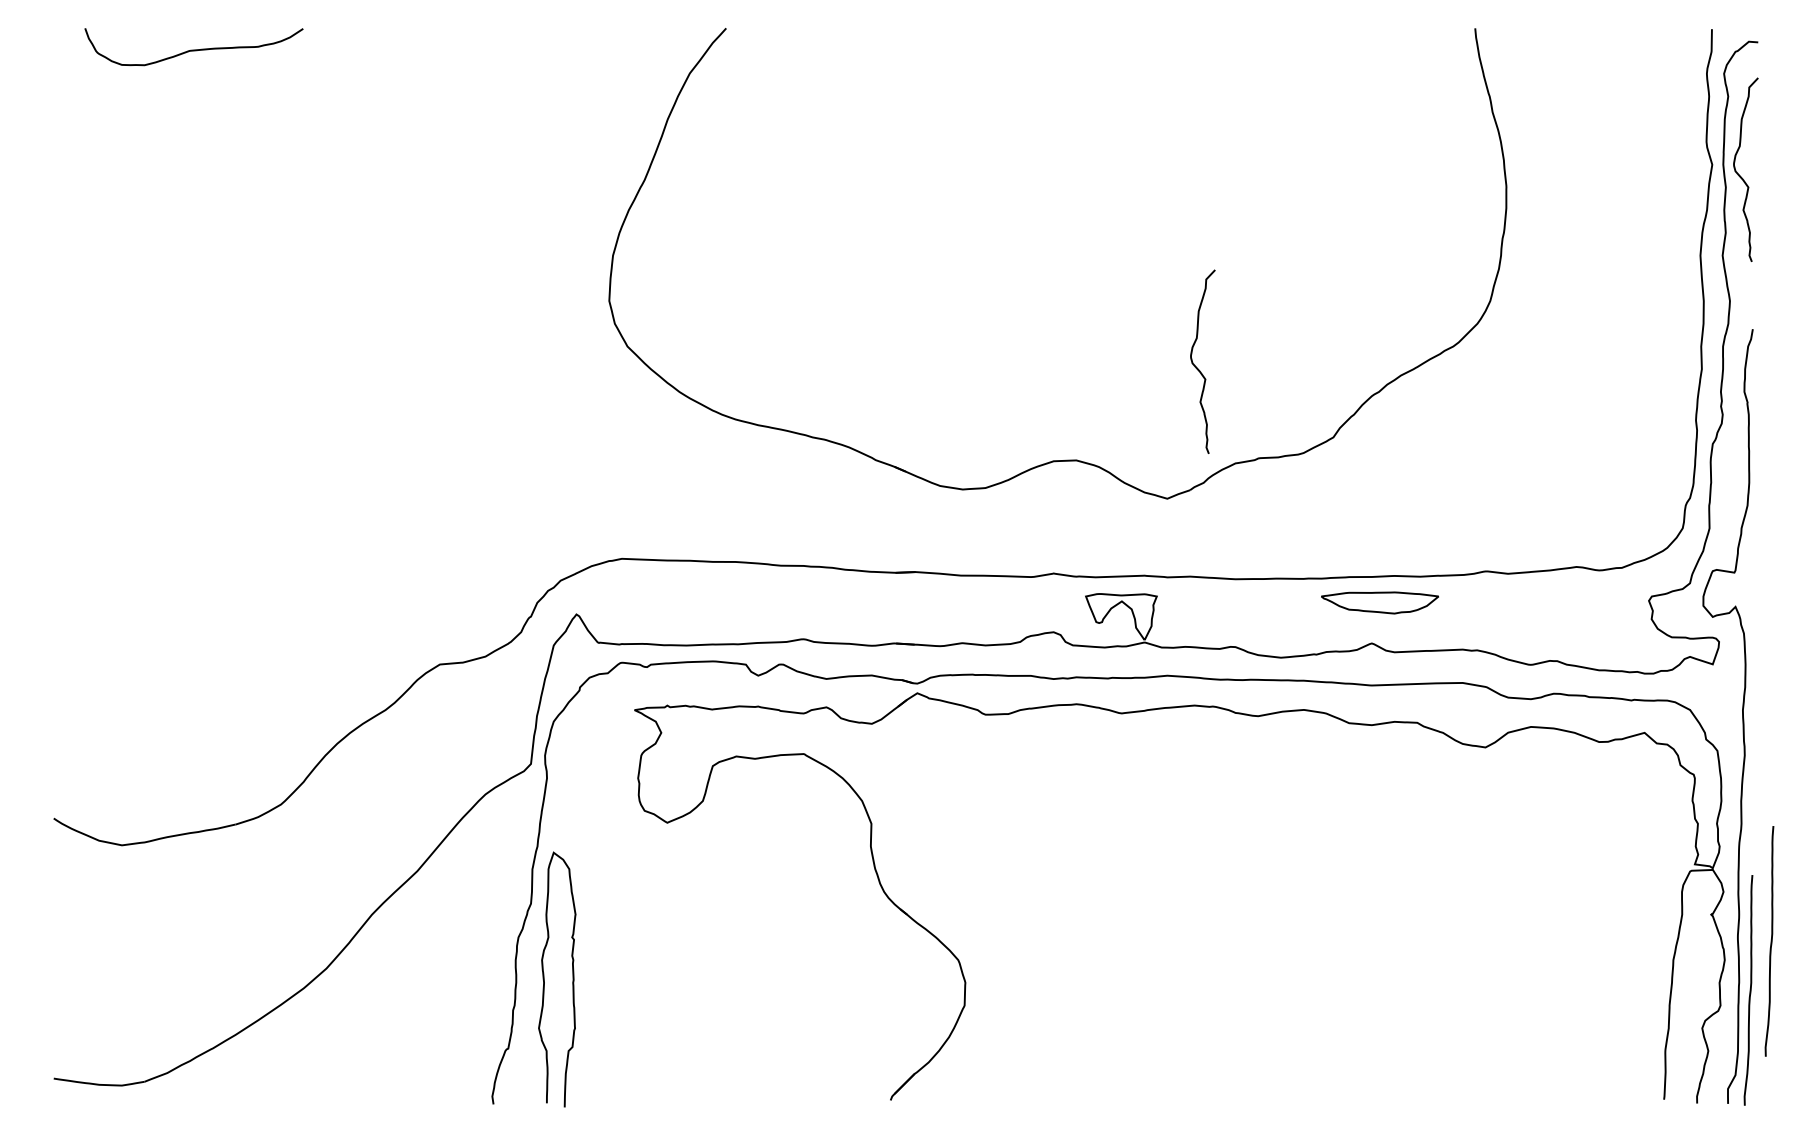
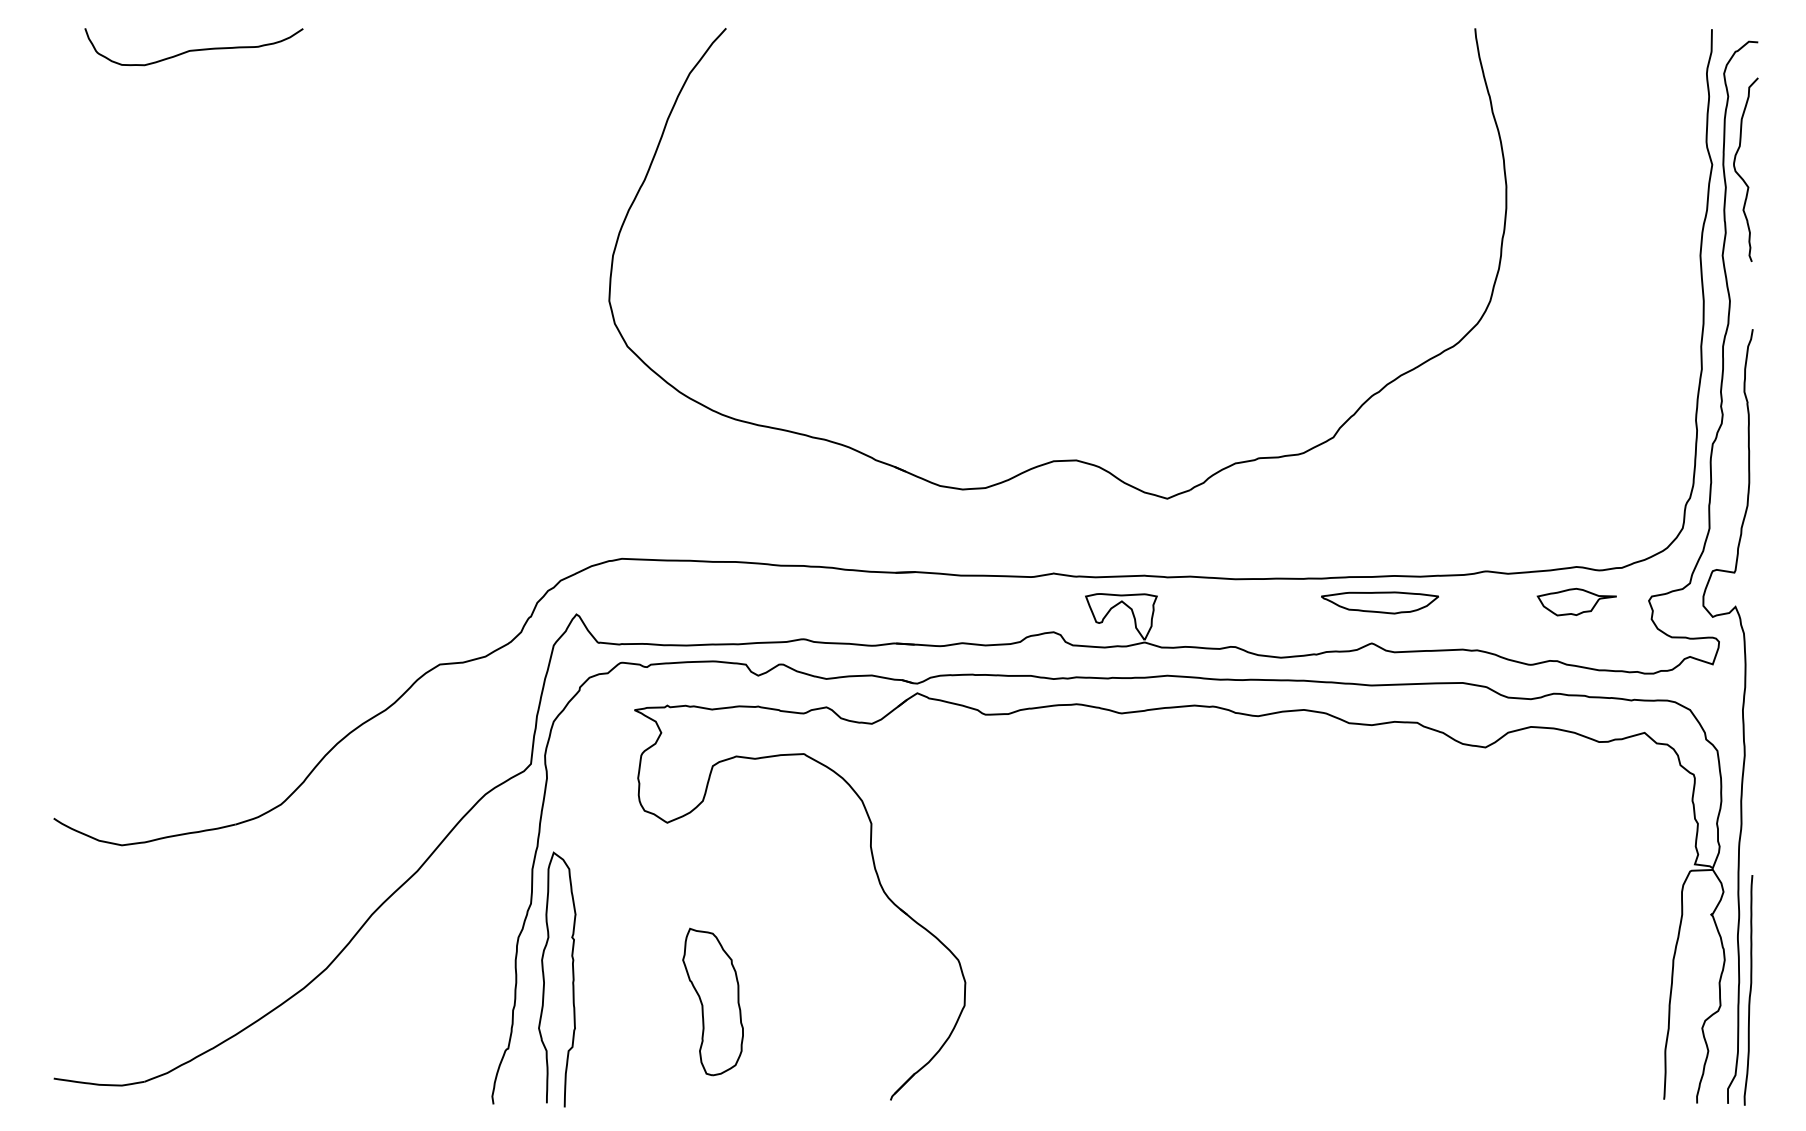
curve at (1196, 366): present -> none
part at (1576, 601): none -> present
curve at (1770, 941): present -> none
part at (712, 1001): none -> present
